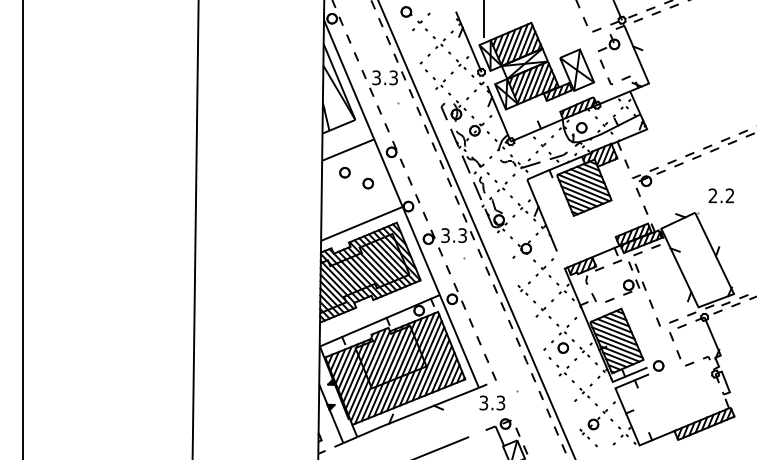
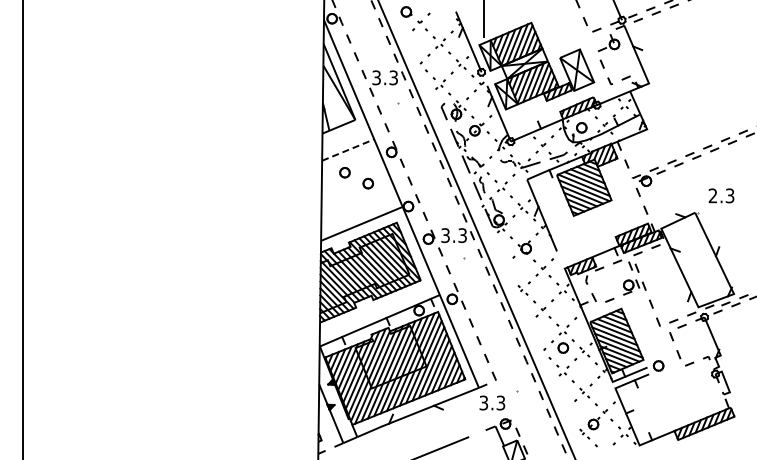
line at (348, 149): solid -> dashed
text at (729, 196): 2.2 -> 2.3
line at (195, 229): present -> none
